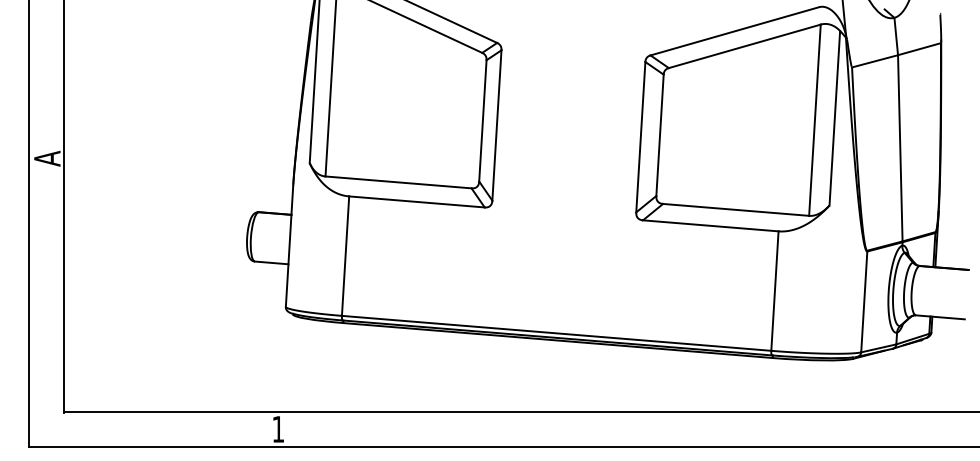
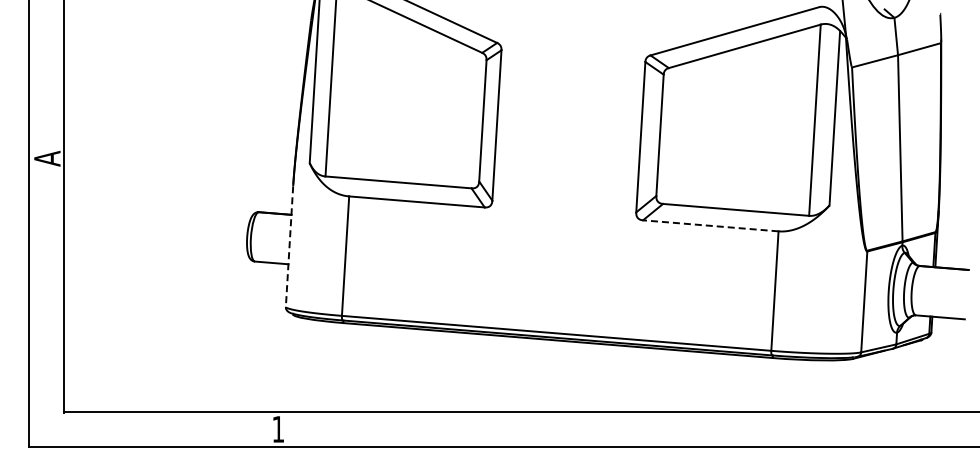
line at (710, 225): solid -> dashed
line at (289, 247): solid -> dashed
